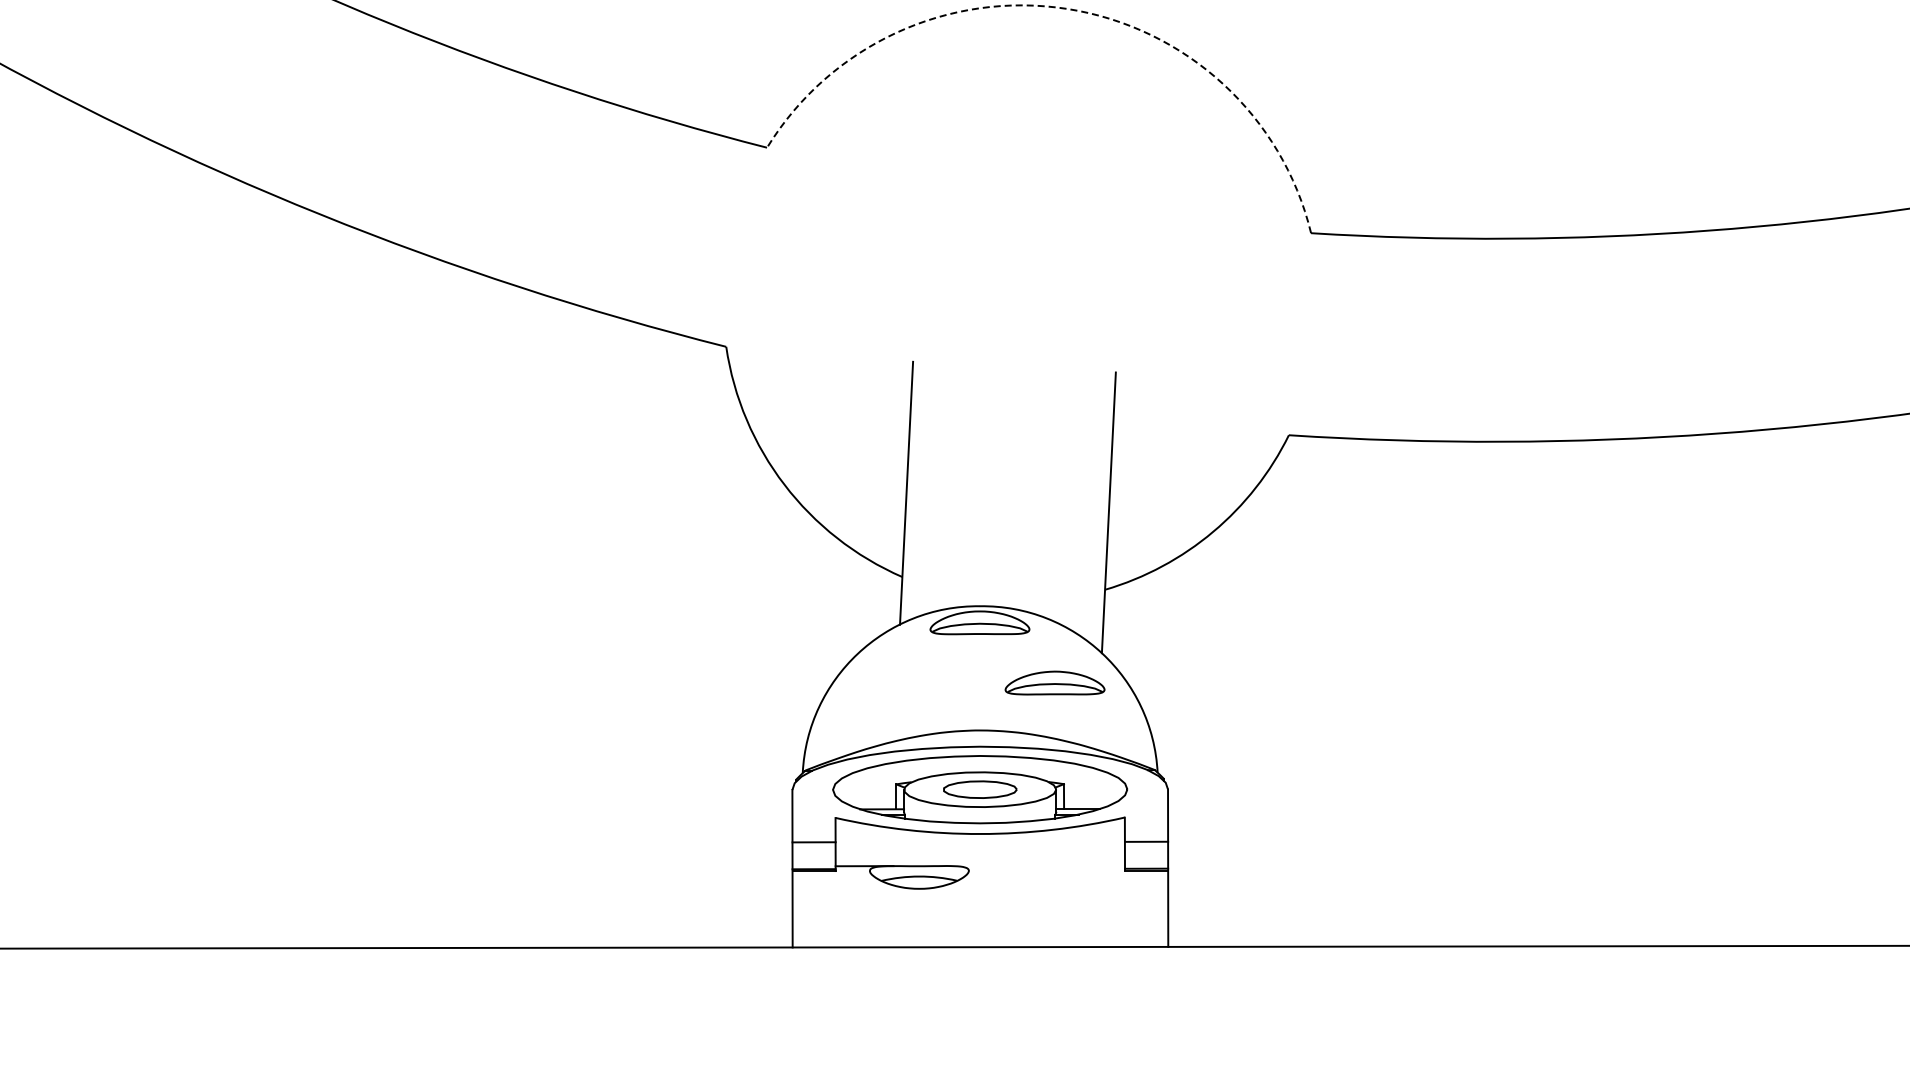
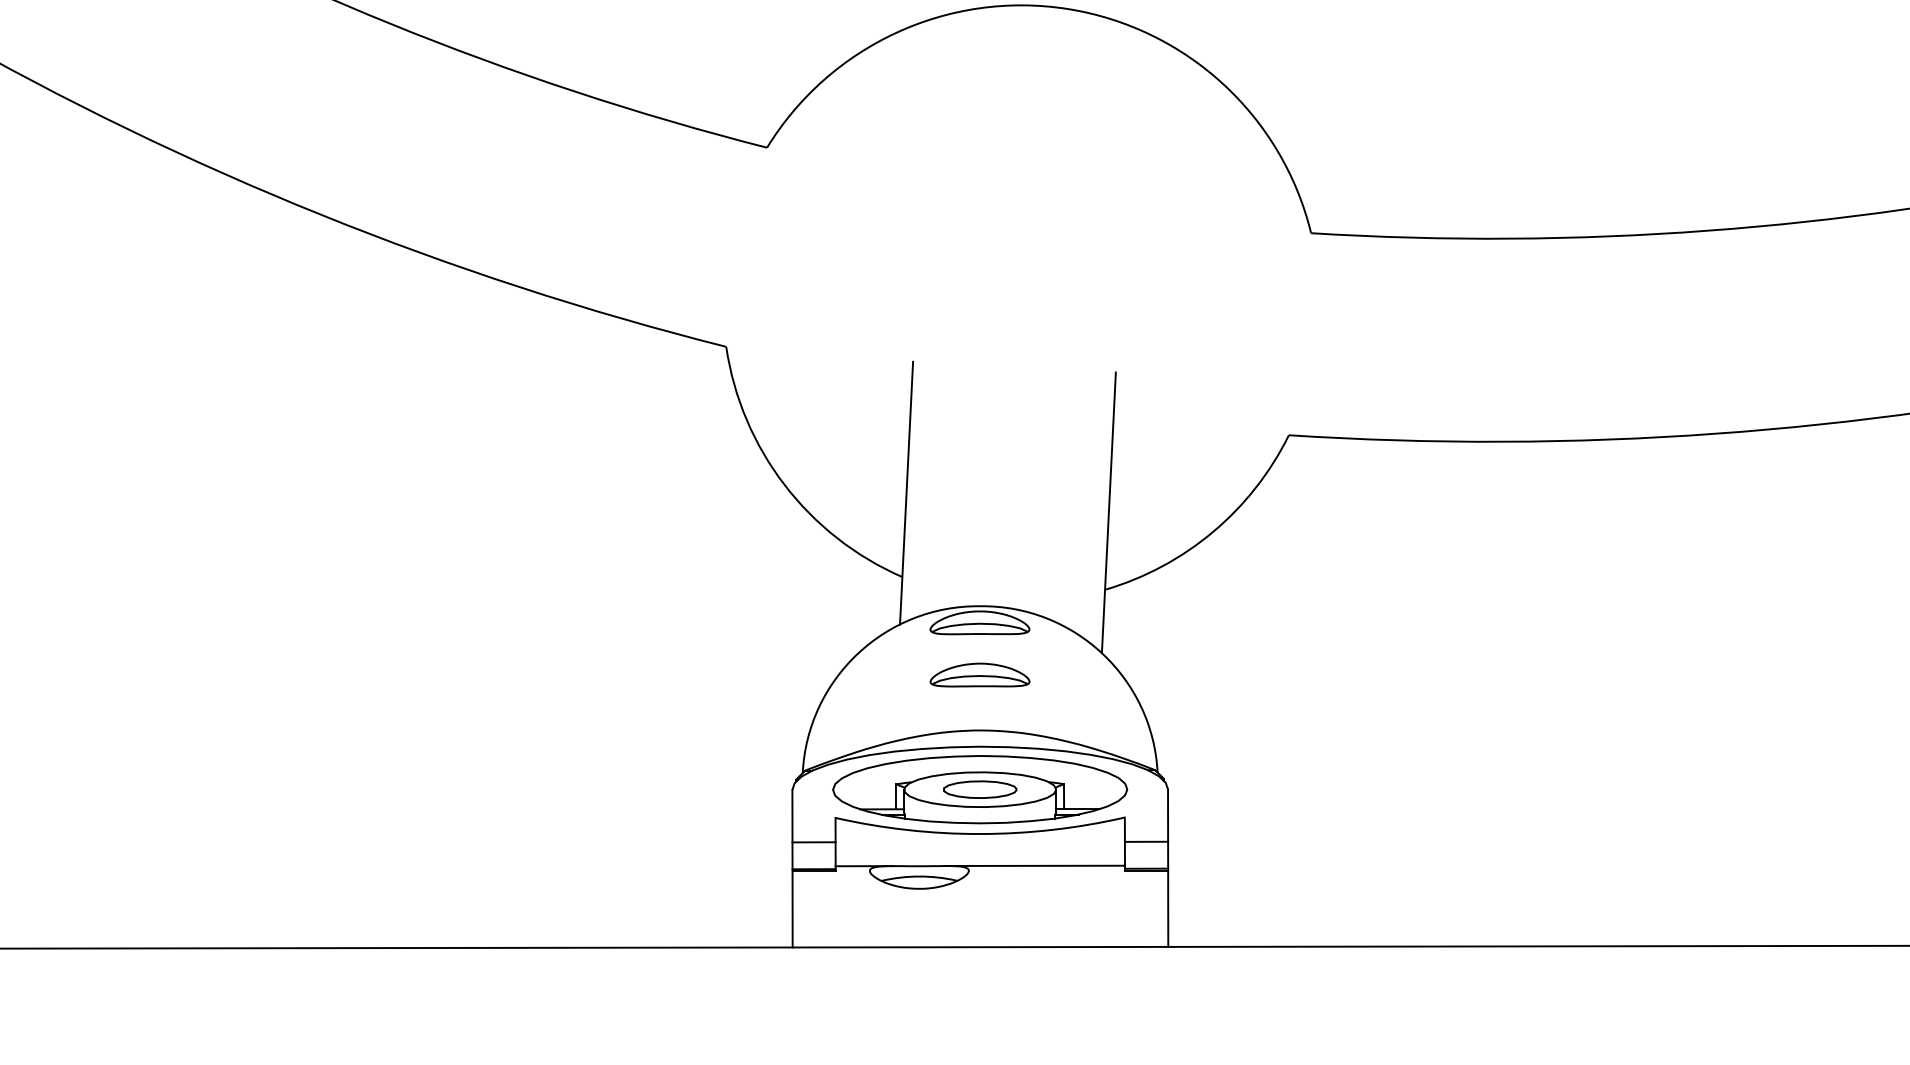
arc at (1067, 9): dashed -> solid
part at (1054, 682) position: (1054, 682) -> (979, 674)
line at (1034, 865): none -> present
